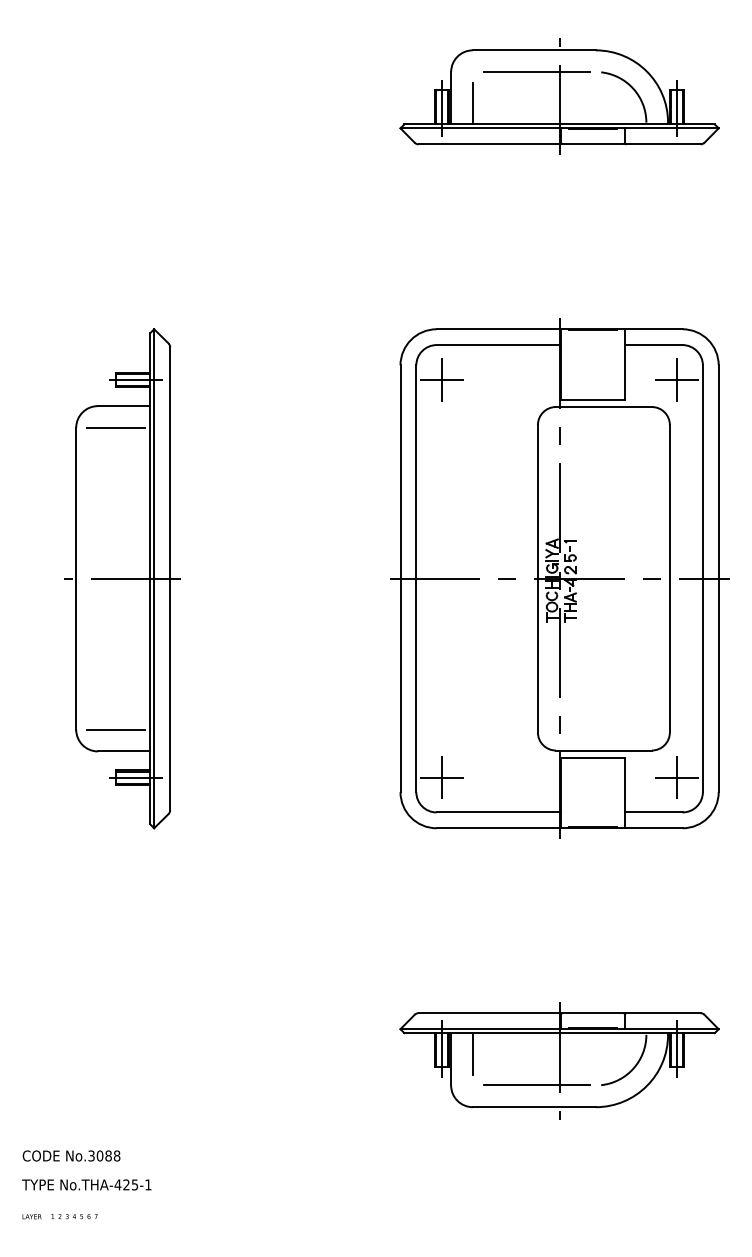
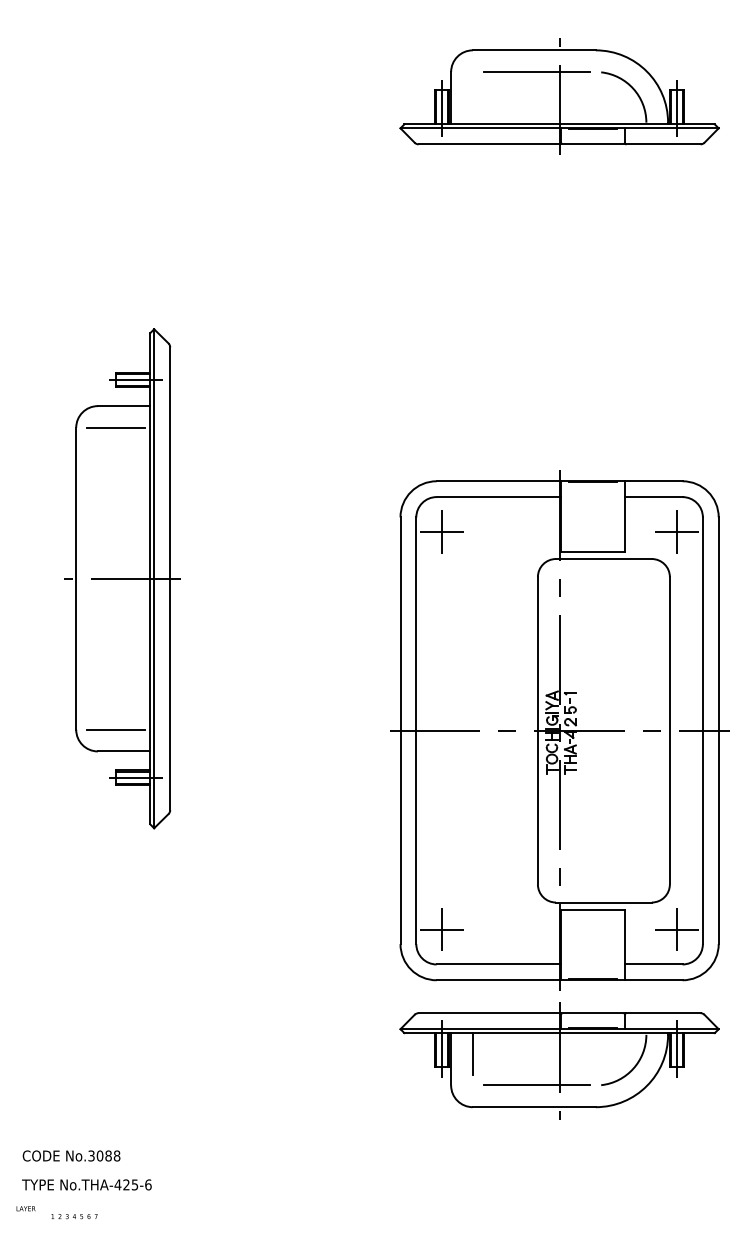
line at (472, 103): present -> none
part at (559, 578) position: (559, 578) -> (559, 730)
text at (148, 1184): No.THA-425-1 -> No.THA-425-6
text at (31, 1216) position: (31, 1216) -> (25, 1208)
